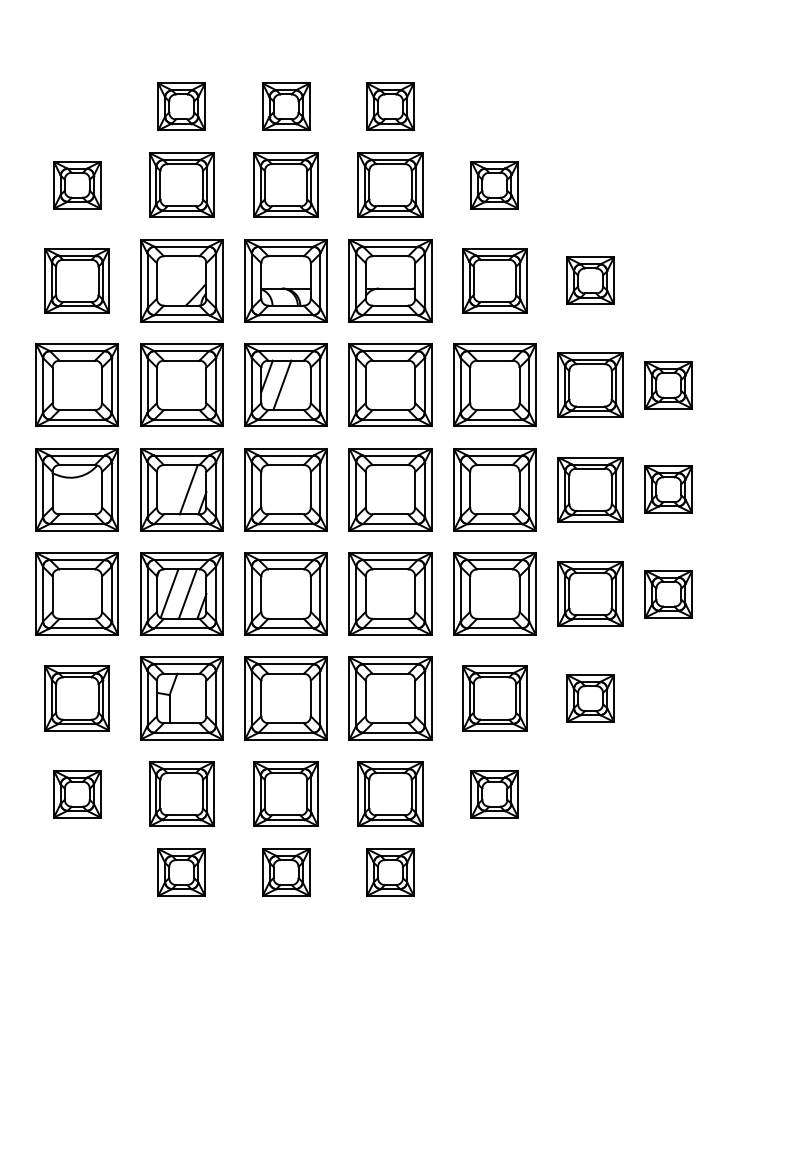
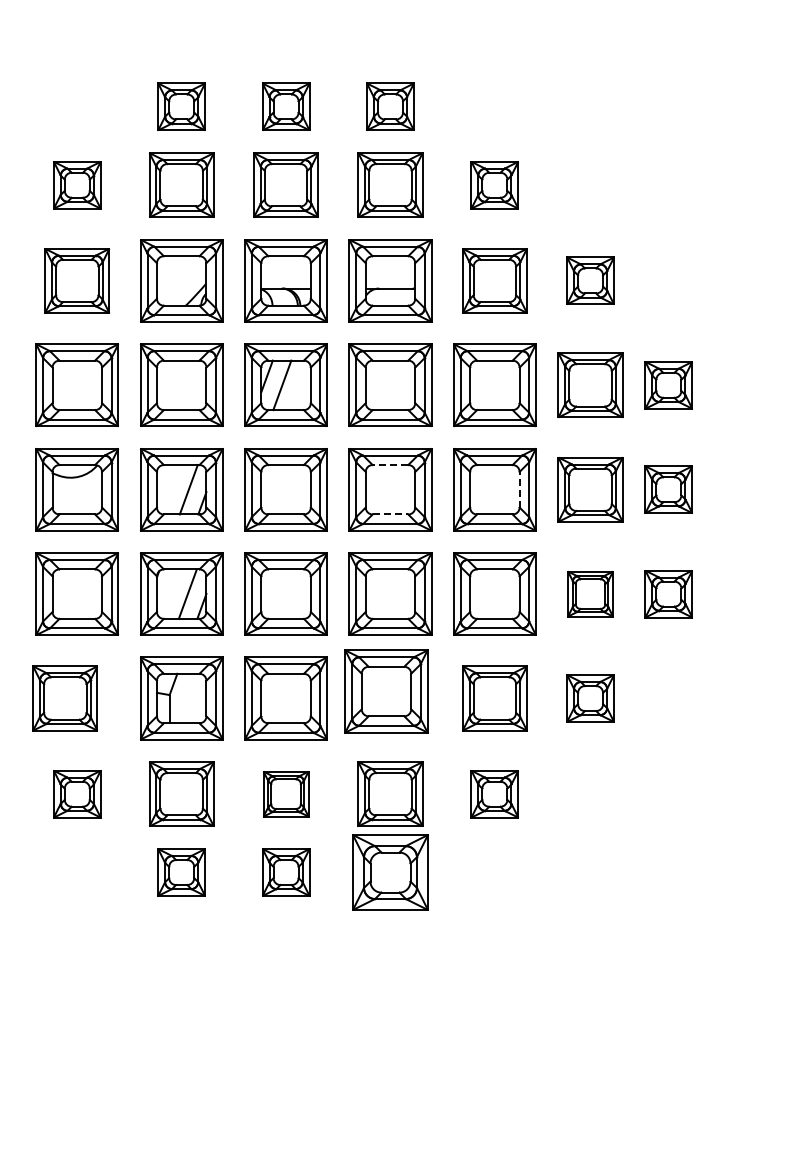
line at (390, 465): solid -> dashed
line at (519, 489): solid -> dashed
line at (390, 514): solid -> dashed
line at (169, 593): present -> none
part at (590, 593) size: 67x66 px -> 47x47 px
part at (76, 698) position: (76, 698) -> (64, 698)
part at (390, 698) position: (390, 698) -> (386, 691)
part at (285, 793) size: 66x66 px -> 47x47 px
part at (390, 872) size: 49x49 px -> 77x77 px
